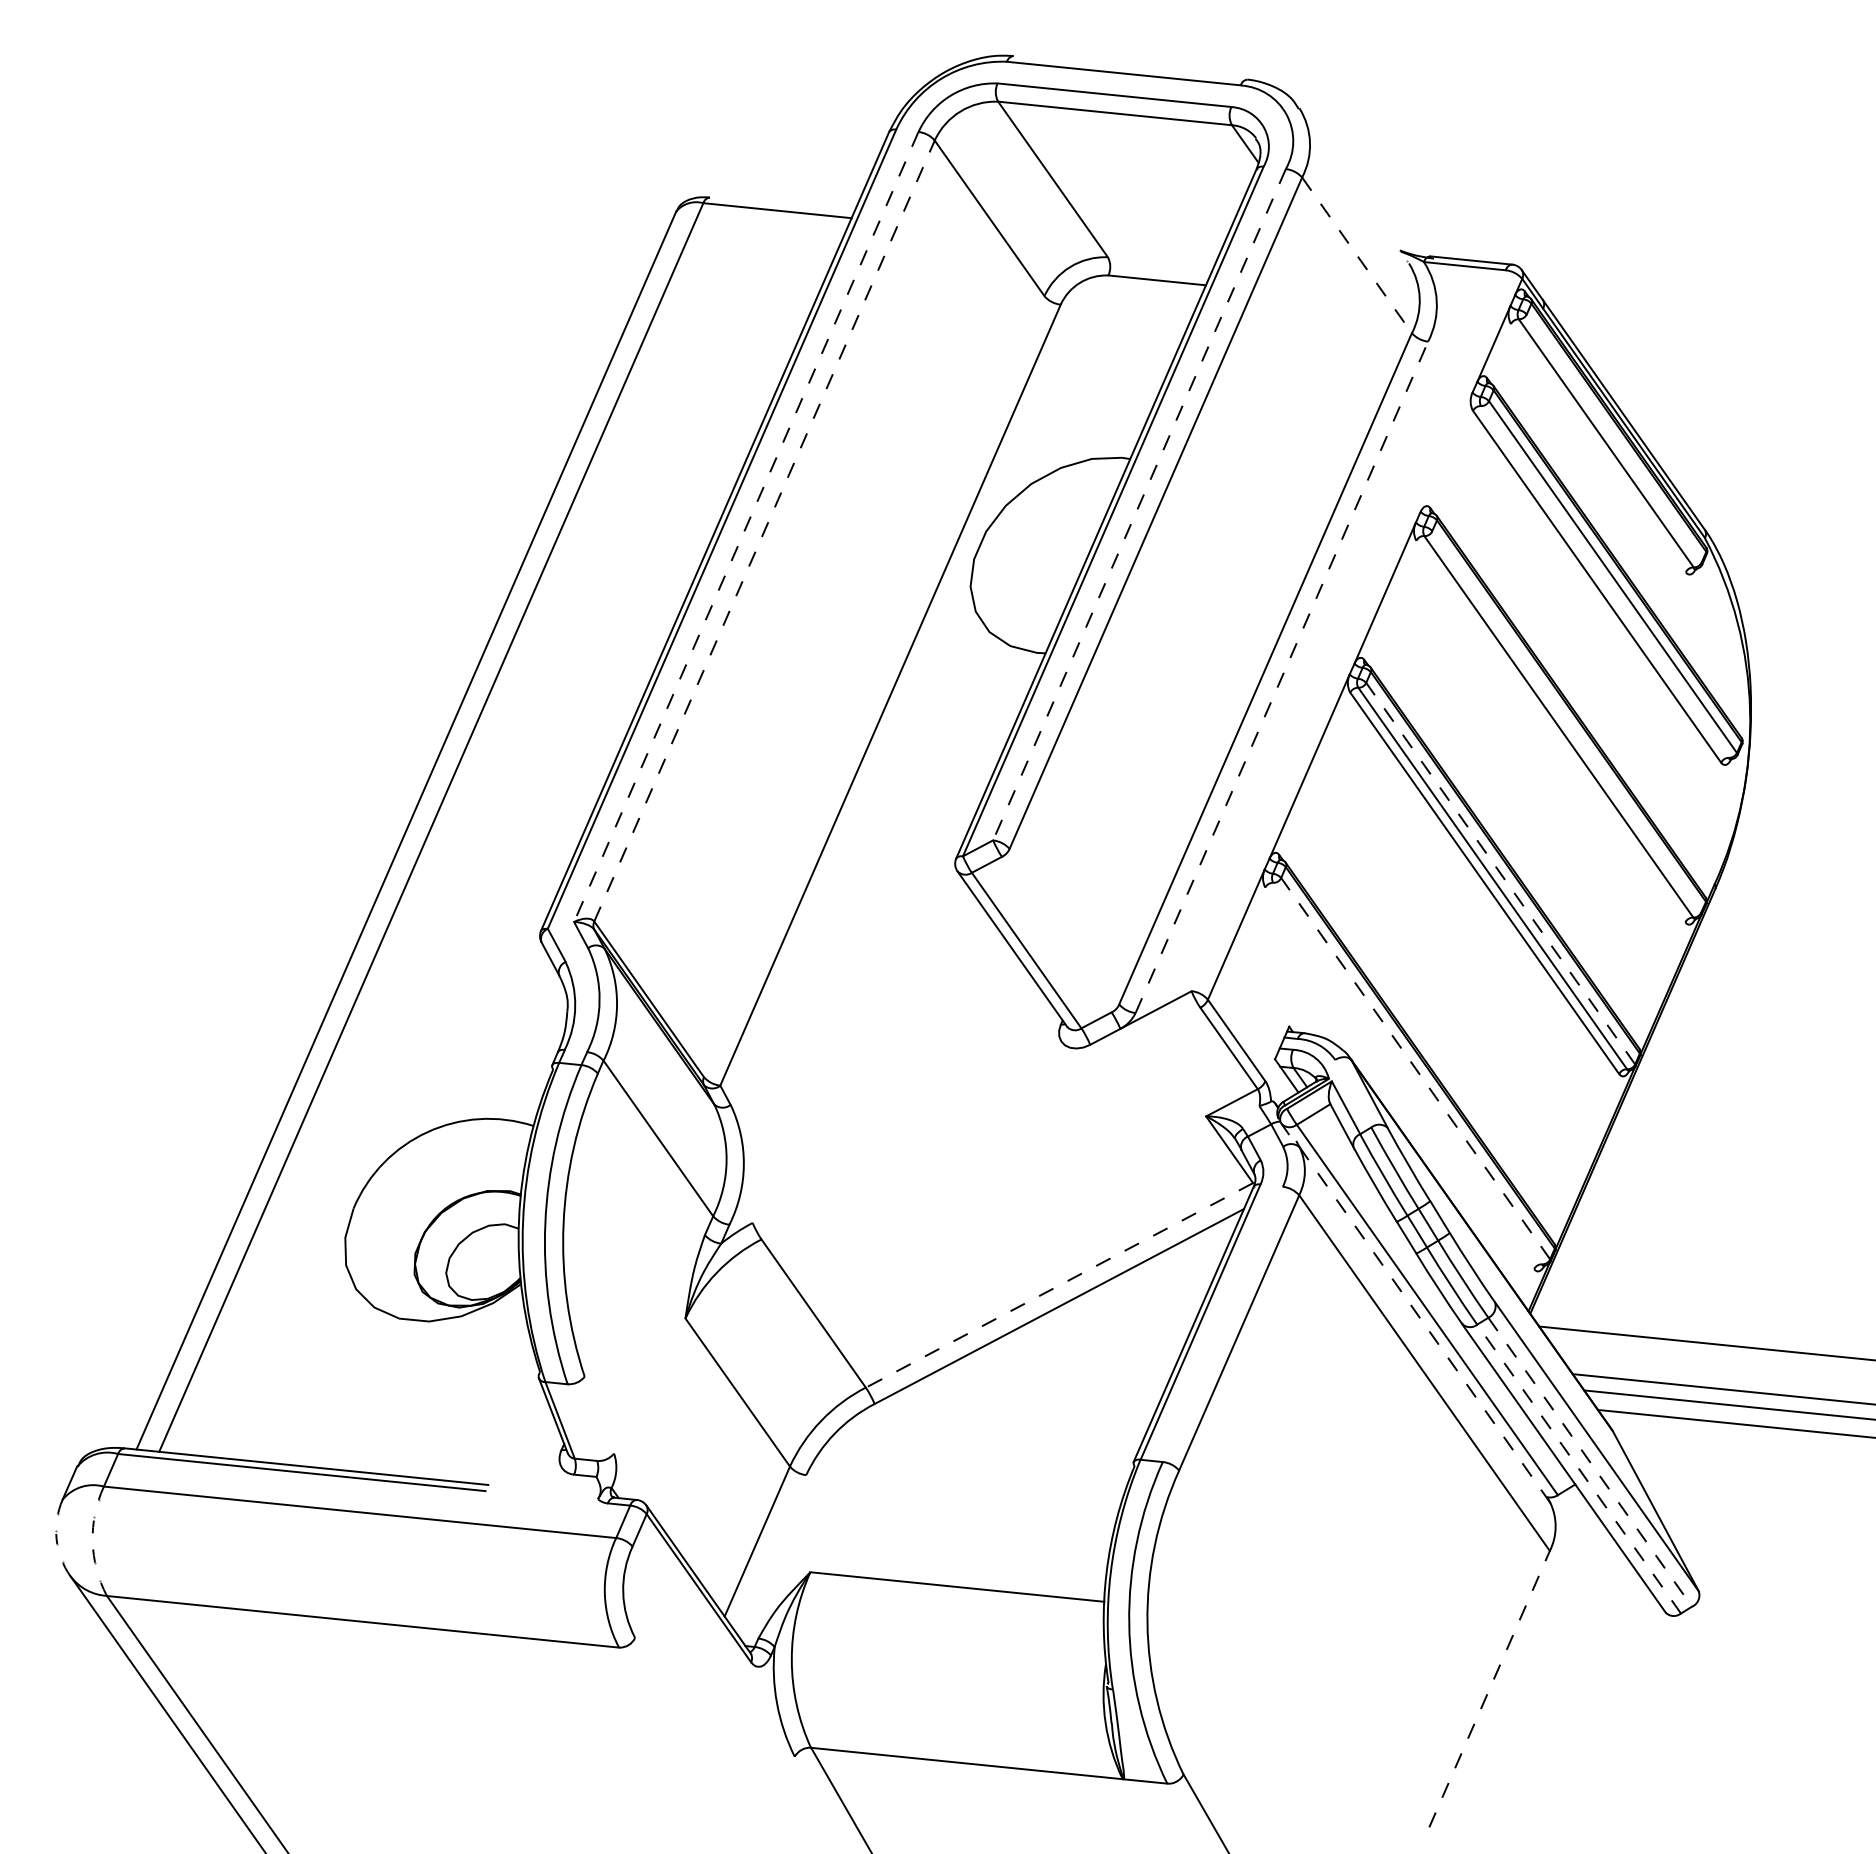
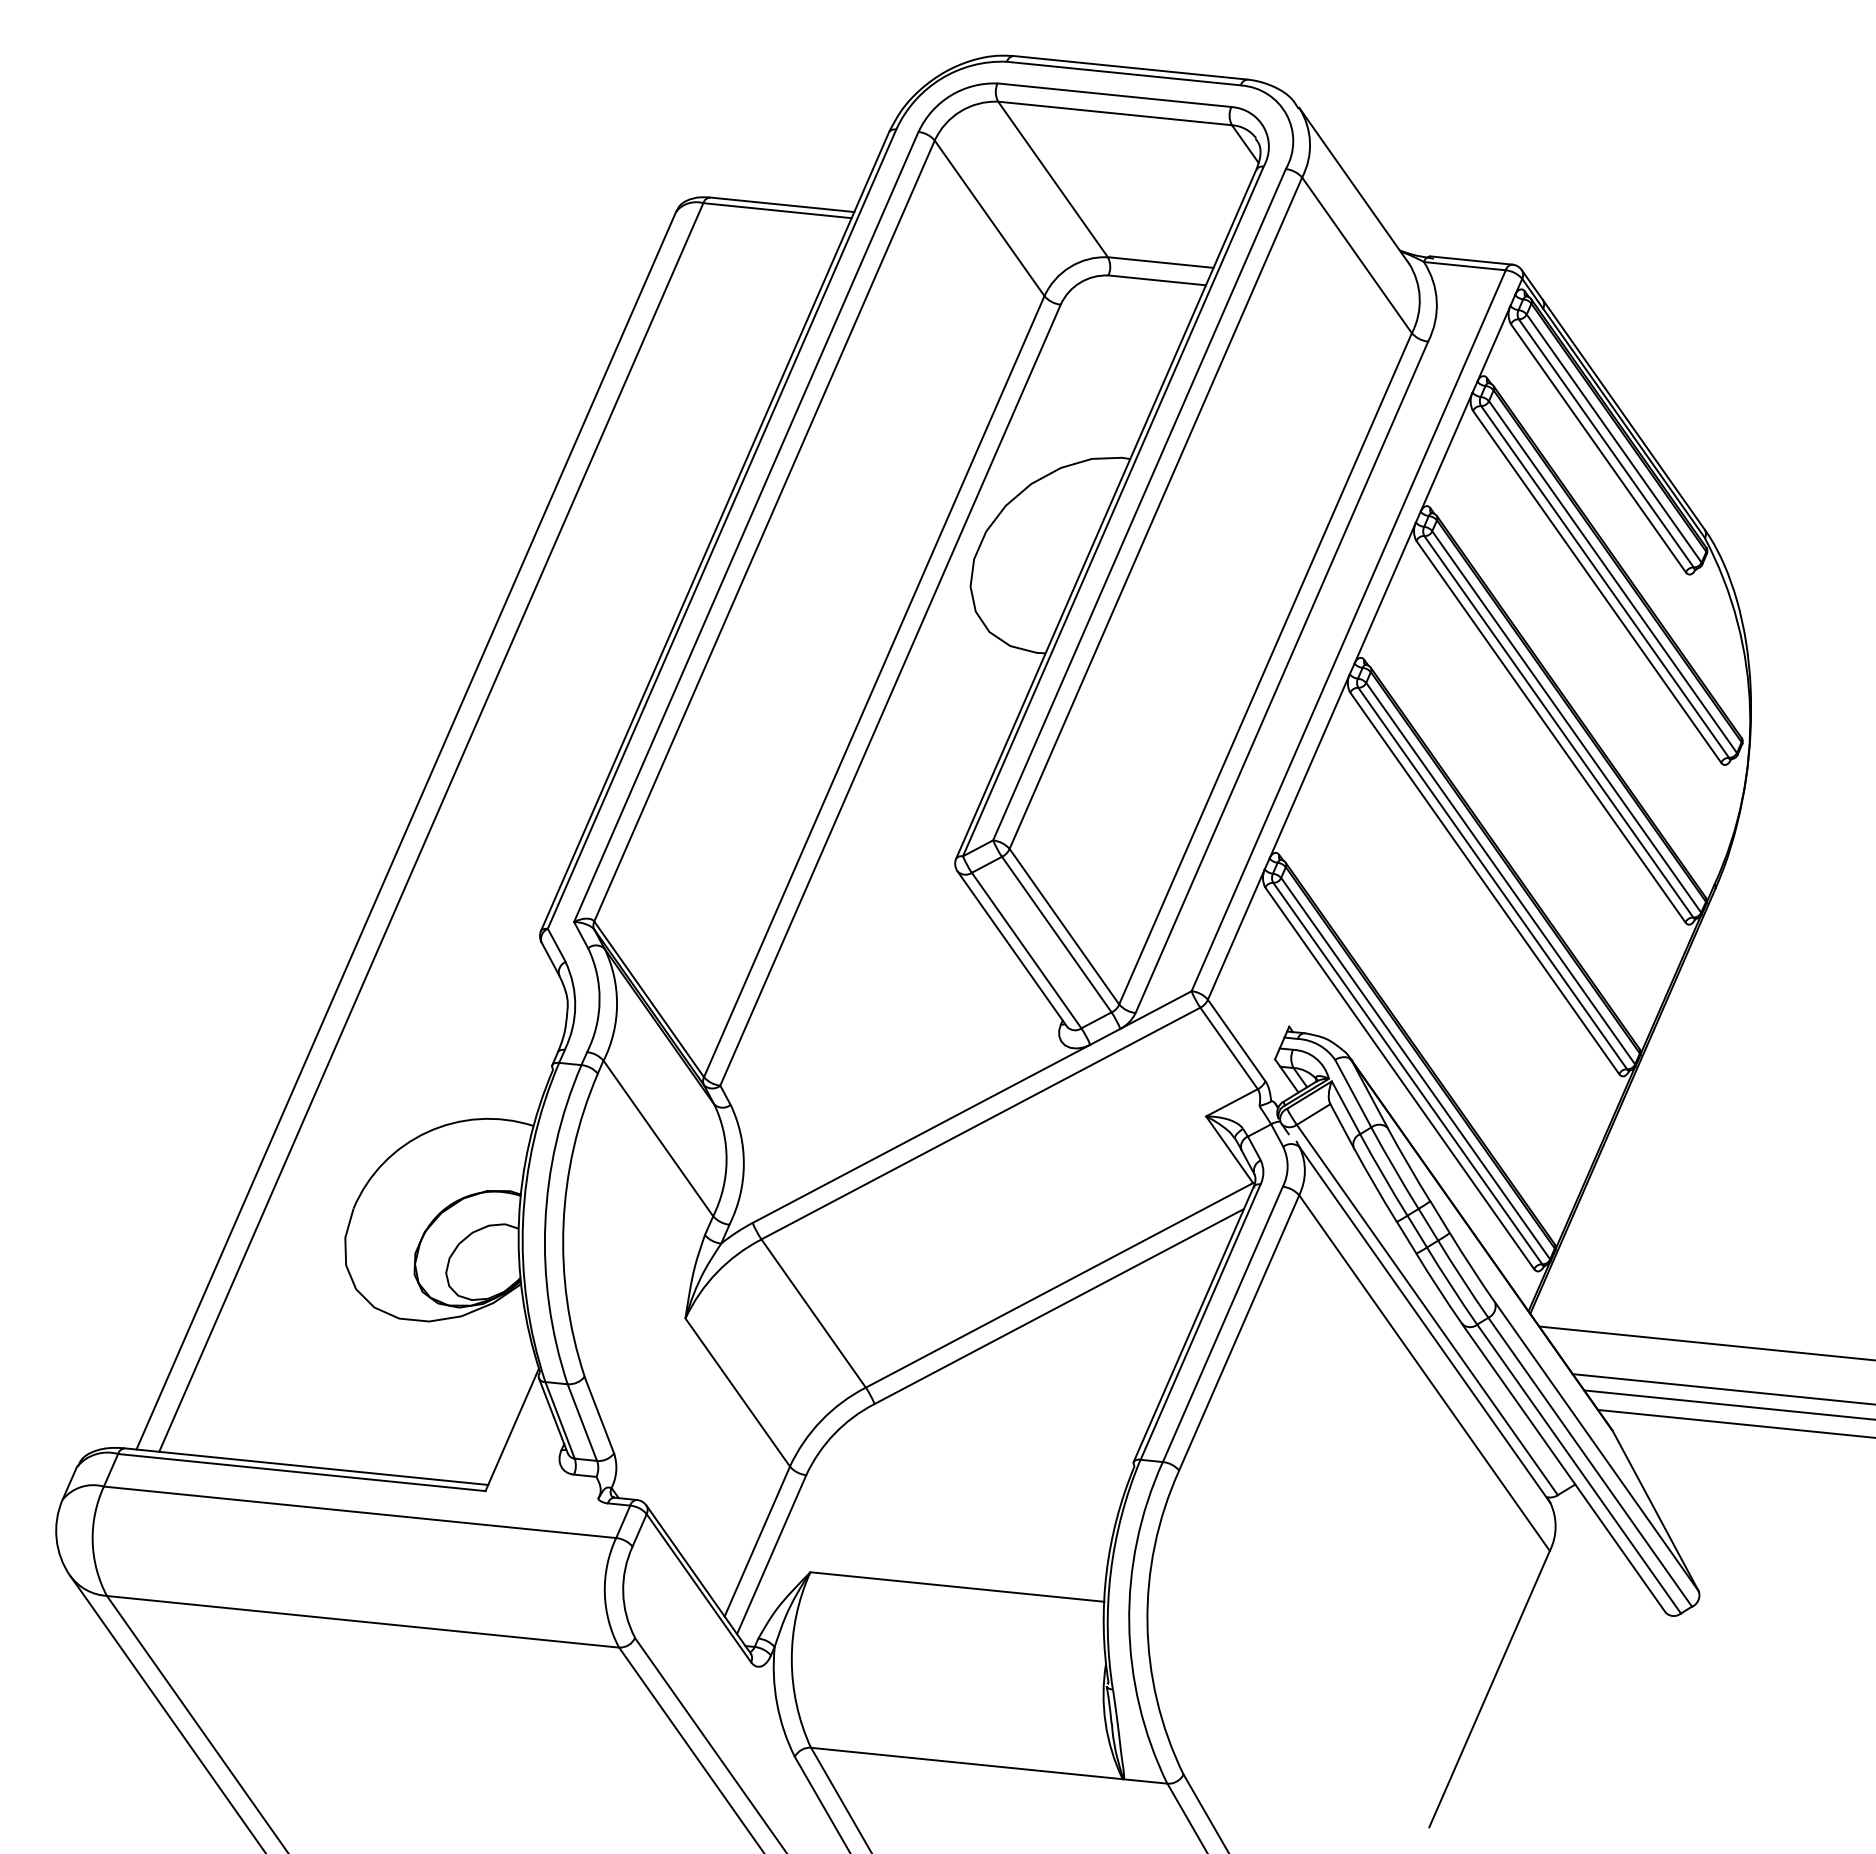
line at (1130, 67): none -> present
line at (1353, 185): none -> present
line at (781, 204): none -> present
line at (1357, 255): dashed -> solid
line at (1160, 262): none -> present
line at (1613, 438): none -> present
line at (1597, 448): none -> present
line at (1446, 451): none -> present
line at (1139, 505): dashed -> solid
line at (746, 527): dashed -> solid
line at (764, 531): dashed -> solid
line at (1605, 581): none -> present
line at (1348, 630): none -> present
line at (1282, 676): dashed -> solid
line at (874, 686): none -> present
line at (1566, 721): none -> present
line at (1550, 731): none -> present
line at (1500, 873): dashed -> solid
line at (1064, 926): none -> present
line at (1056, 934): none -> present
line at (1415, 1068): dashed -> solid
line at (1407, 1073): none -> present
line at (1399, 1078): none -> present
line at (1353, 1093): none -> present
line at (980, 1123): none -> present
line at (921, 1133): none -> present
line at (1059, 1285): dashed -> solid
line at (1222, 1324): none -> present
line at (1424, 1324): dashed -> solid
line at (599, 1414): none -> present
line at (582, 1422): none -> present
line at (511, 1429): none -> present
line at (1590, 1462): dashed -> solid
line at (1579, 1469): dashed -> solid
arc at (56, 1538): dashed -> solid
arc at (92, 1541): dashed -> solid
line at (771, 1554): none -> present
line at (1489, 1689): dashed -> solid
line at (709, 1743): none -> present
line at (690, 1748): none -> present
line at (821, 1803): none -> present
line at (1186, 1816): none -> present
